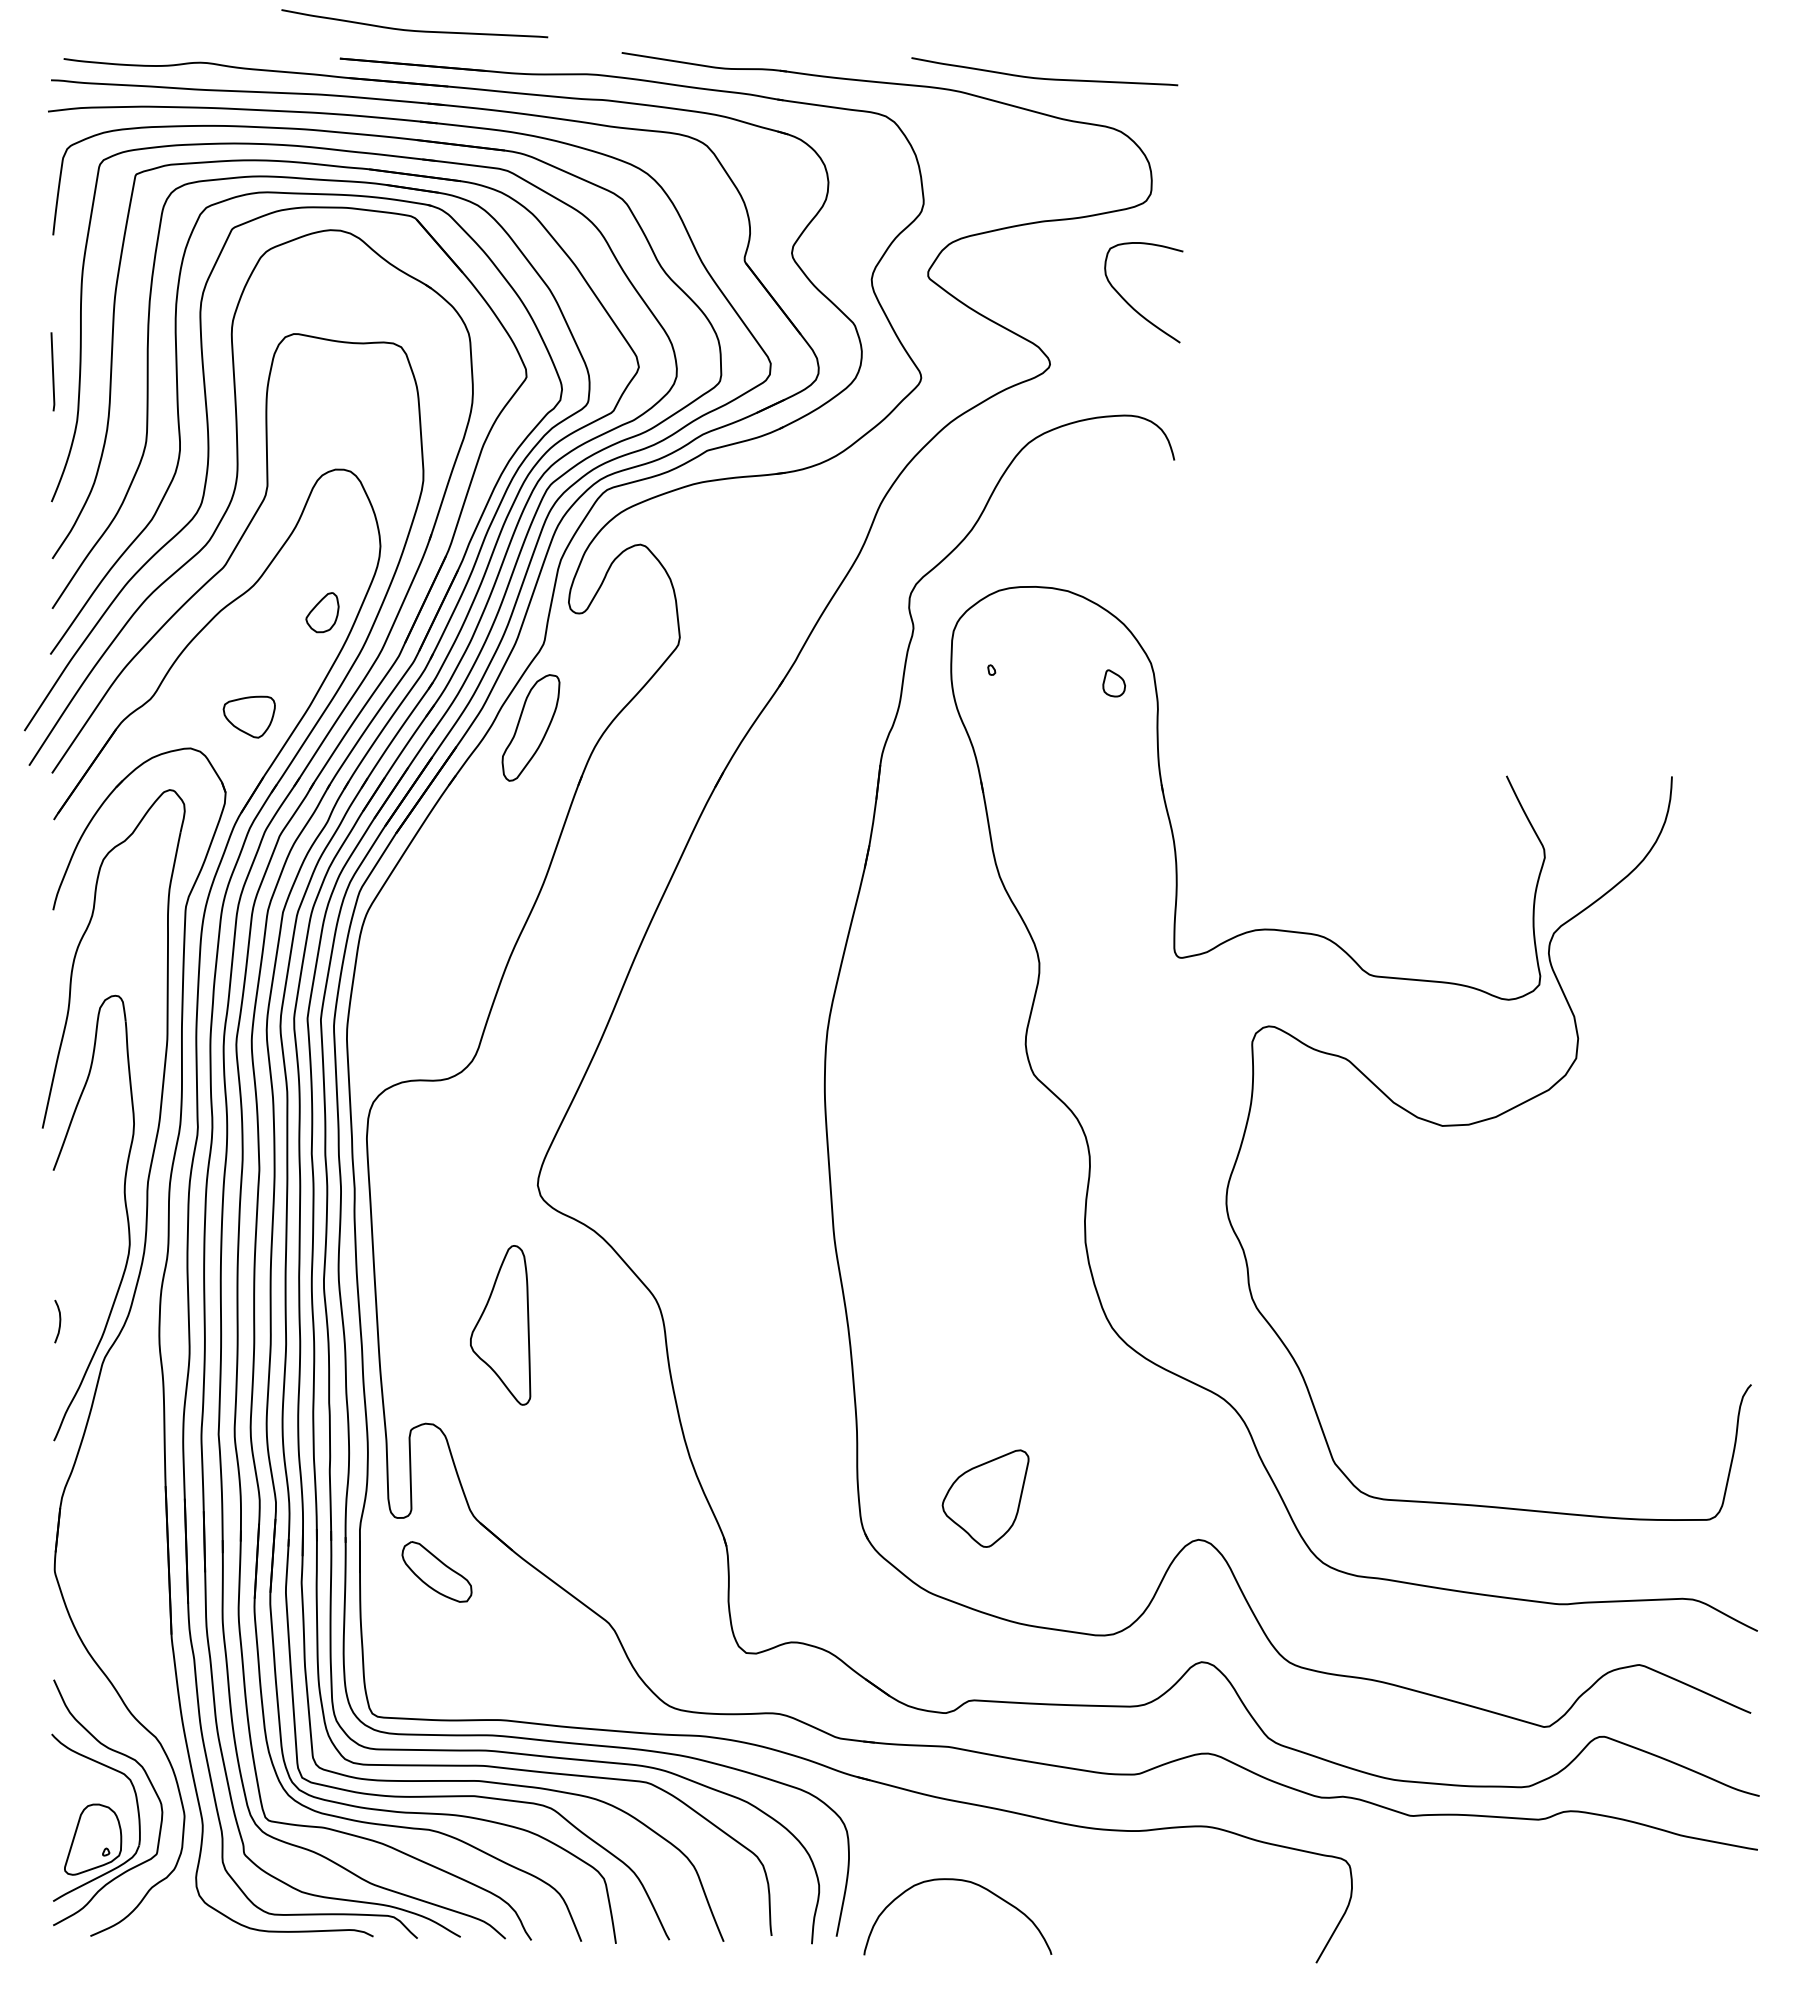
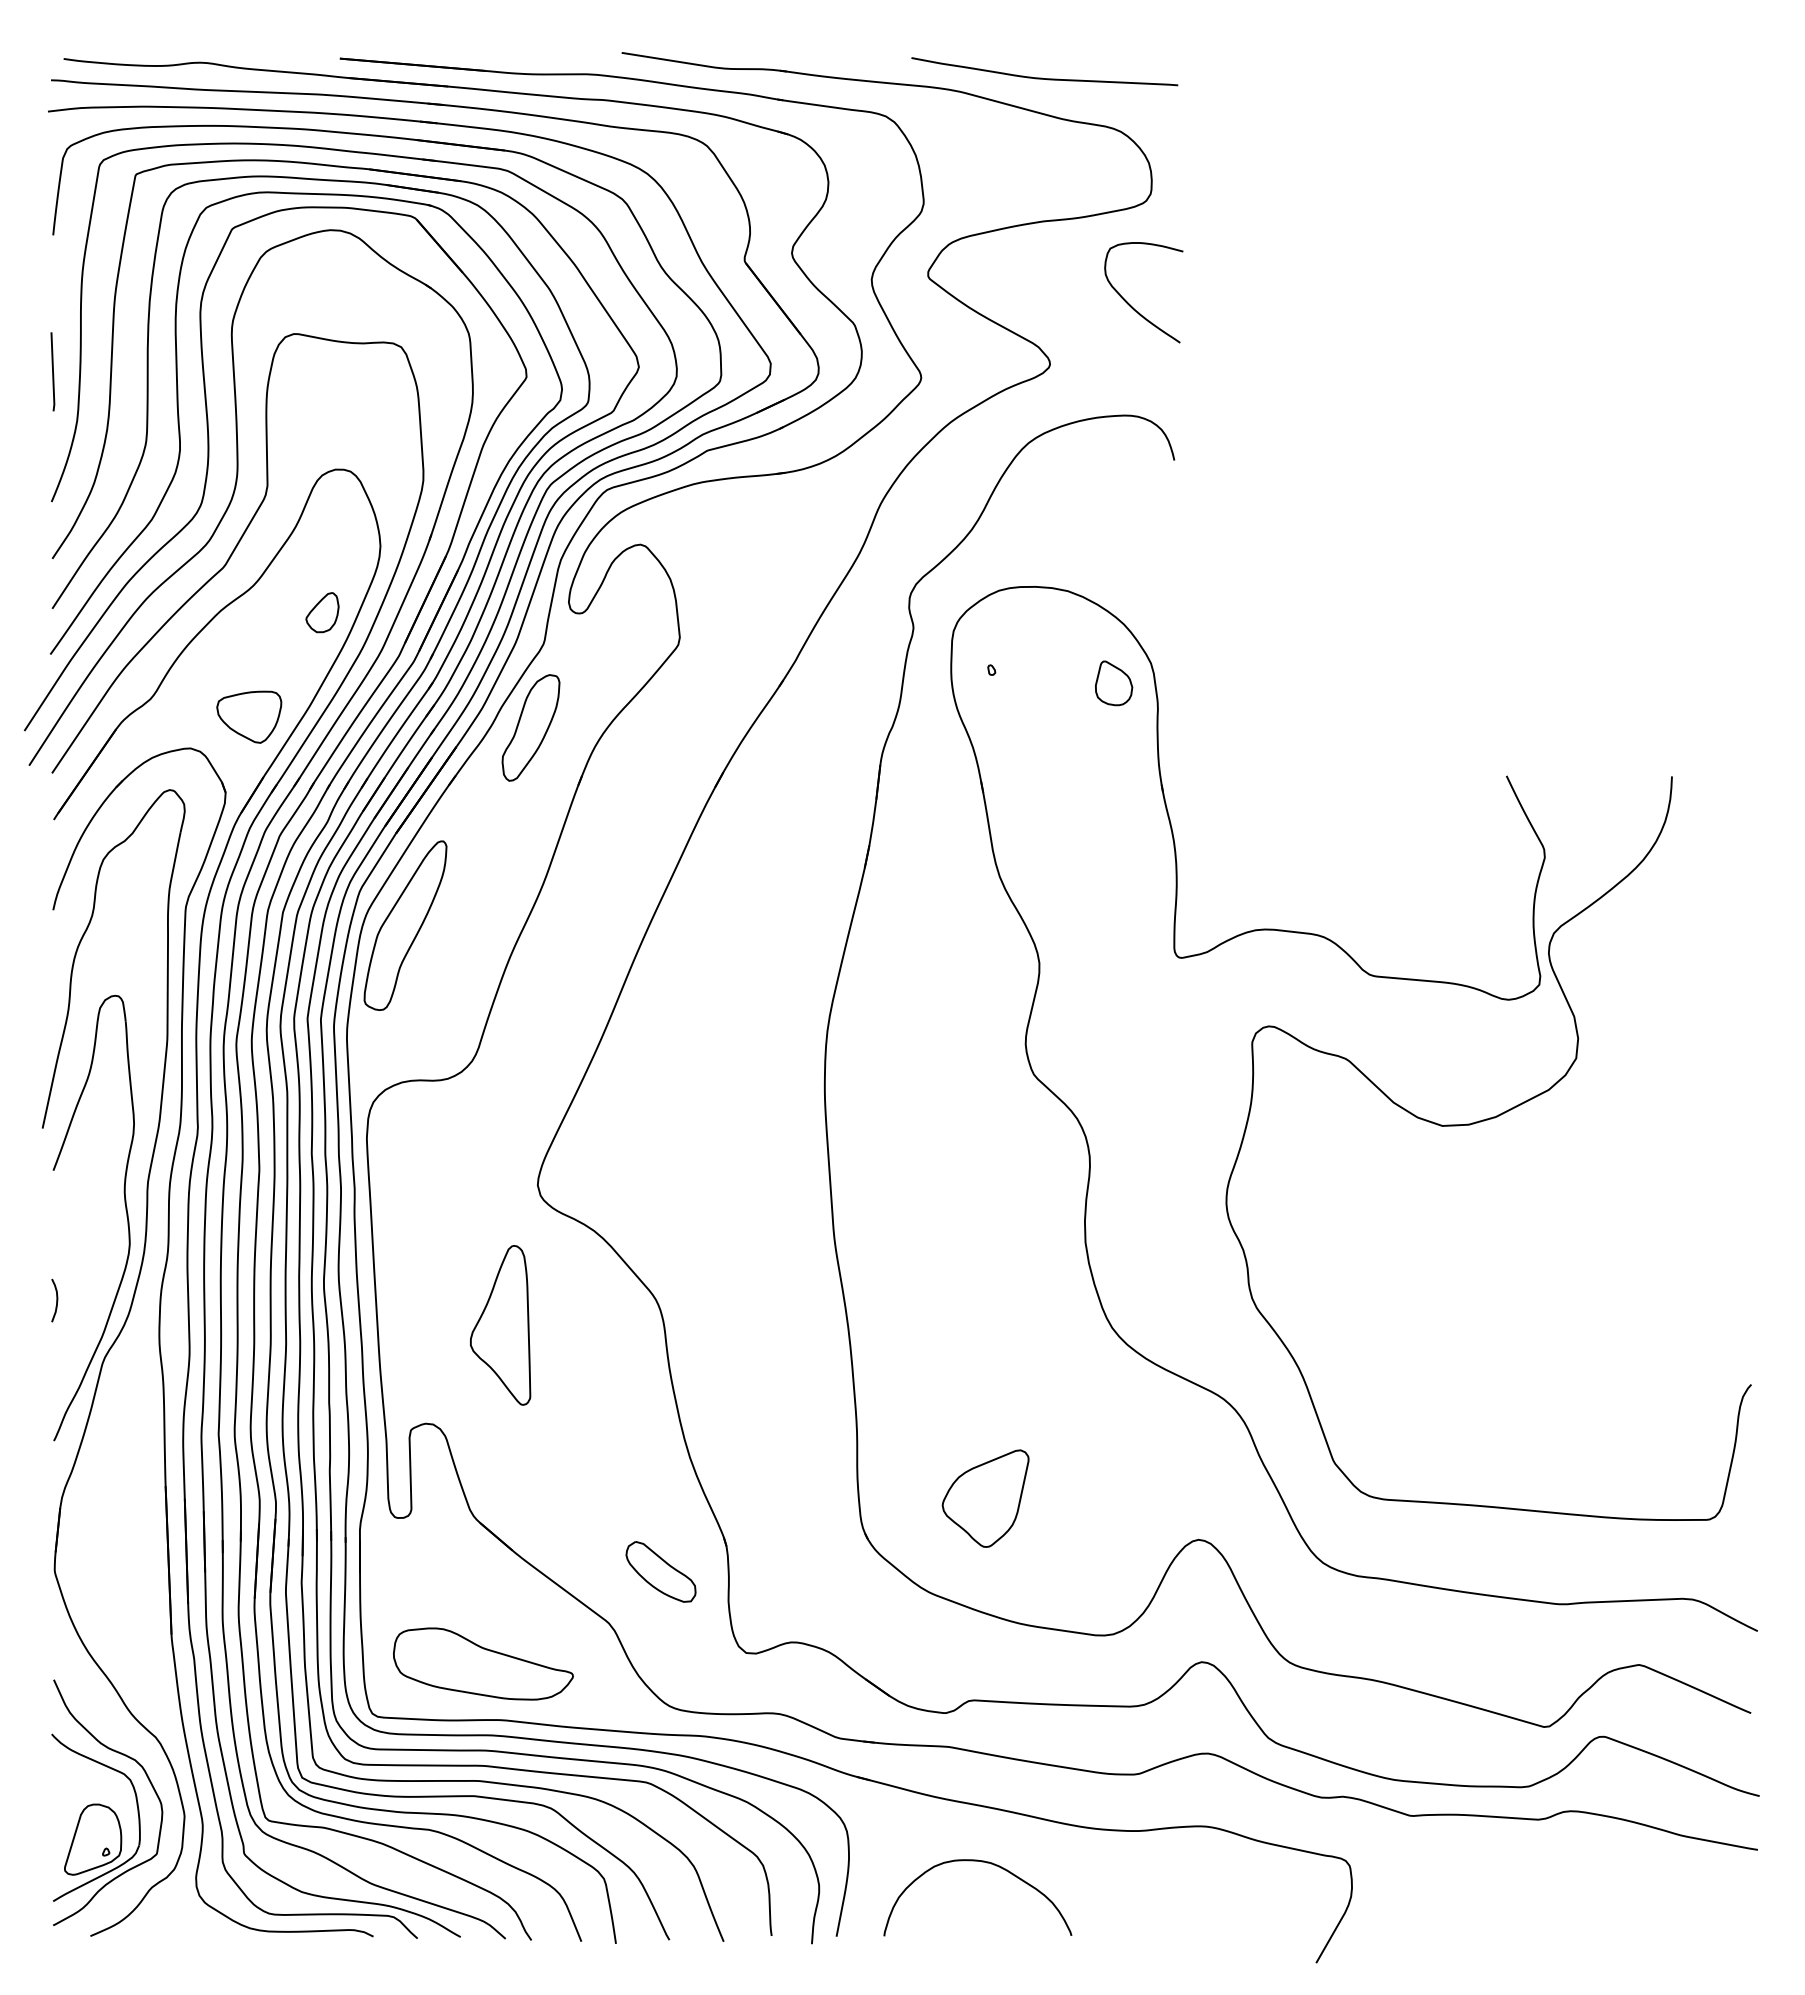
curve at (412, 29): present -> none
part at (1113, 683) size: 24x29 px -> 39x47 px
part at (248, 716) size: 54x44 px -> 67x54 px
part at (405, 925): none -> present
curve at (59, 1321) position: (59, 1321) -> (56, 1300)
part at (436, 1571) position: (436, 1571) -> (660, 1571)
part at (483, 1663): none -> present
curve at (966, 1882) position: (966, 1882) -> (986, 1863)
